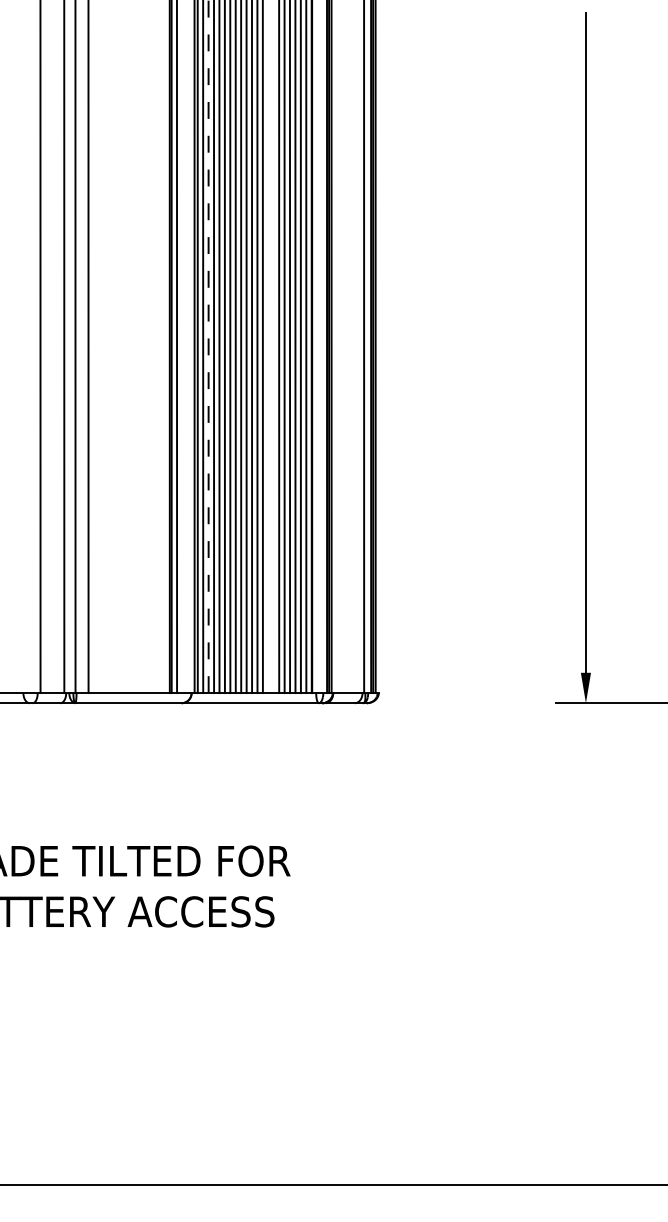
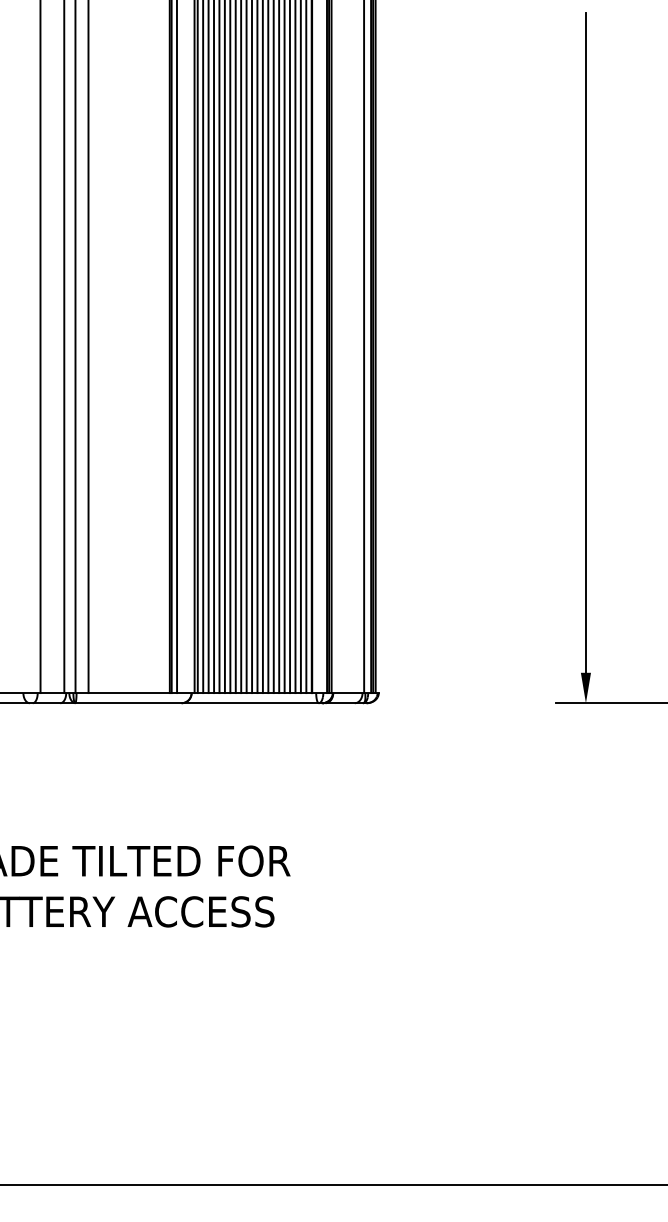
line at (208, 346): dashed -> solid
line at (268, 347): none -> present
line at (273, 347): none -> present
